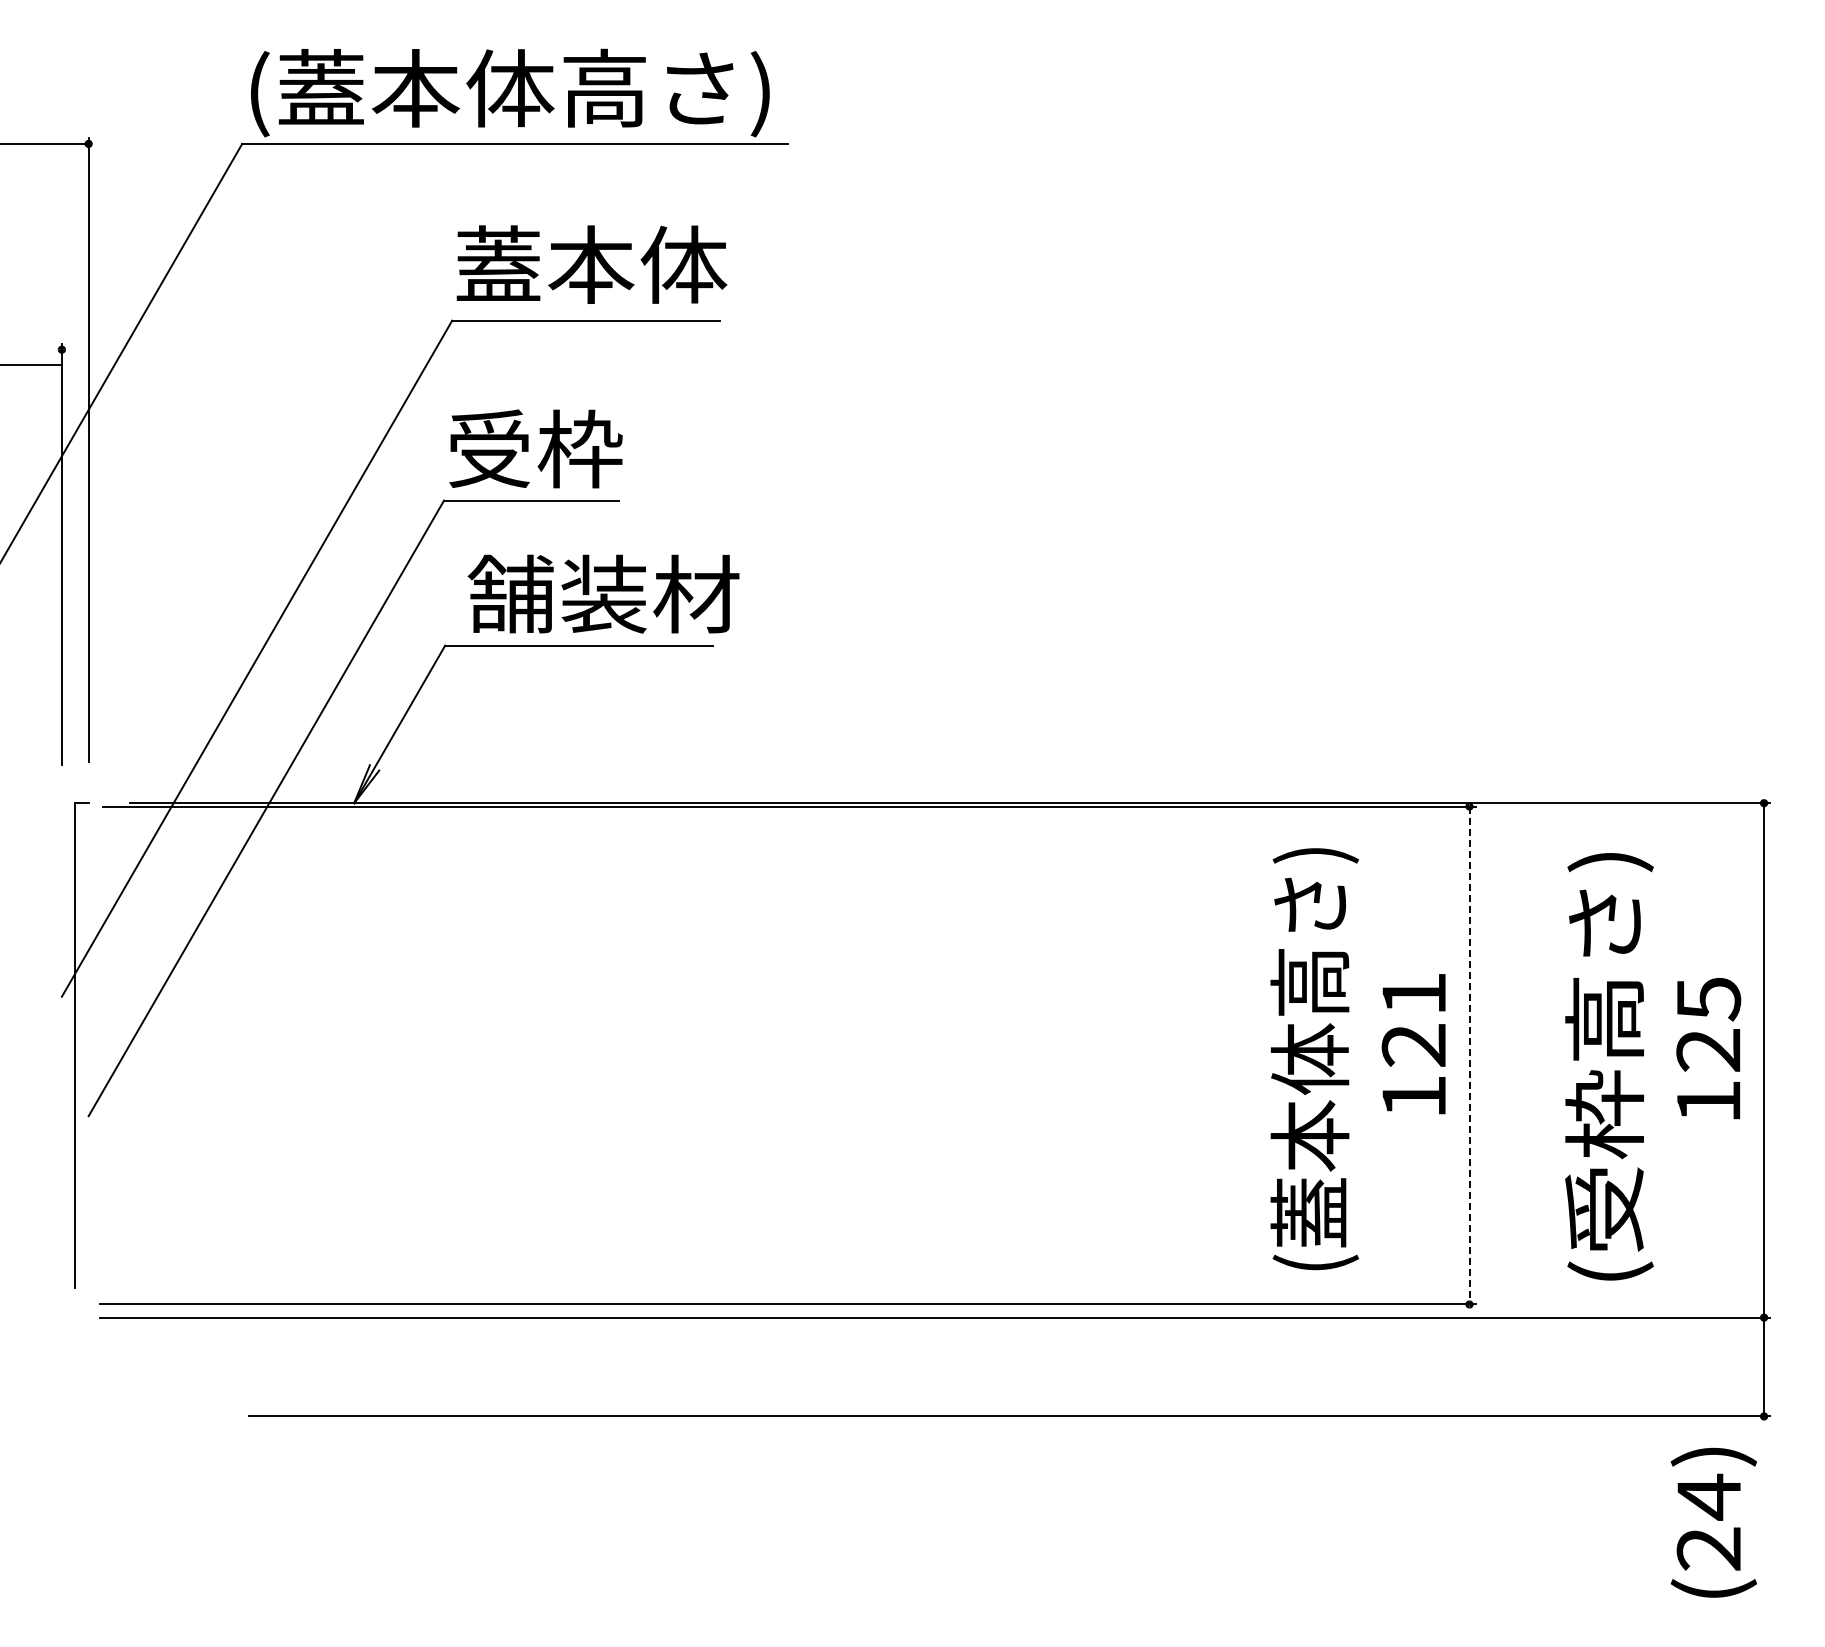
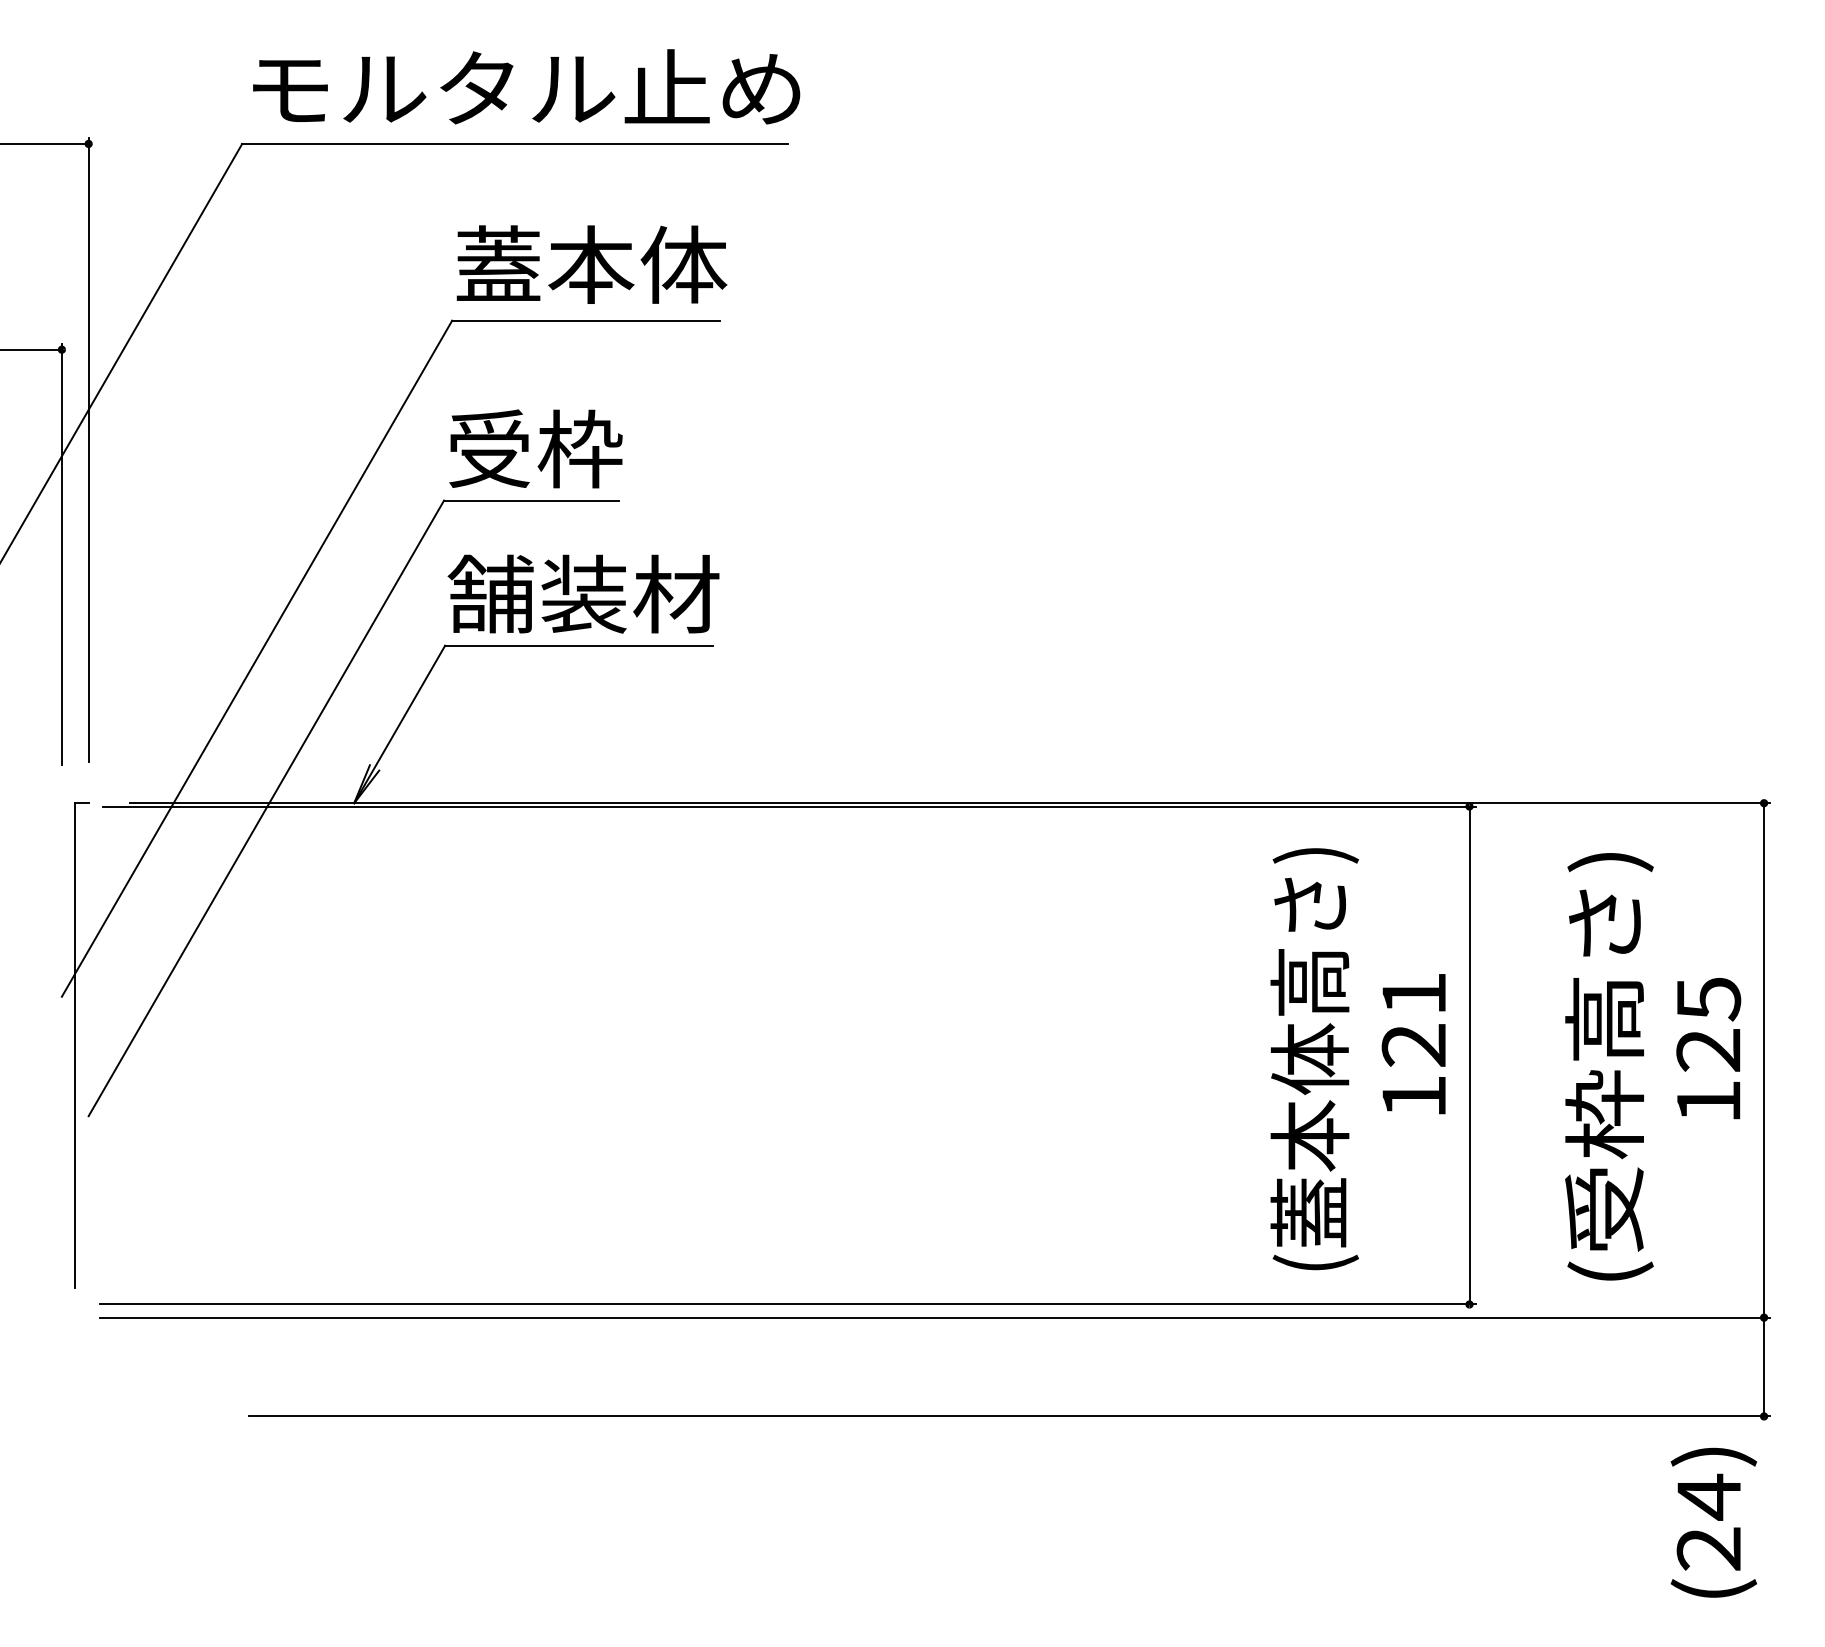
text at (525, 92): (蓋本体高さ) -> モルタル止め
line at (31, 364) position: (31, 364) -> (31, 349)
text at (603, 593) position: (603, 593) -> (583, 593)
line at (1469, 1055): dashed -> solid
